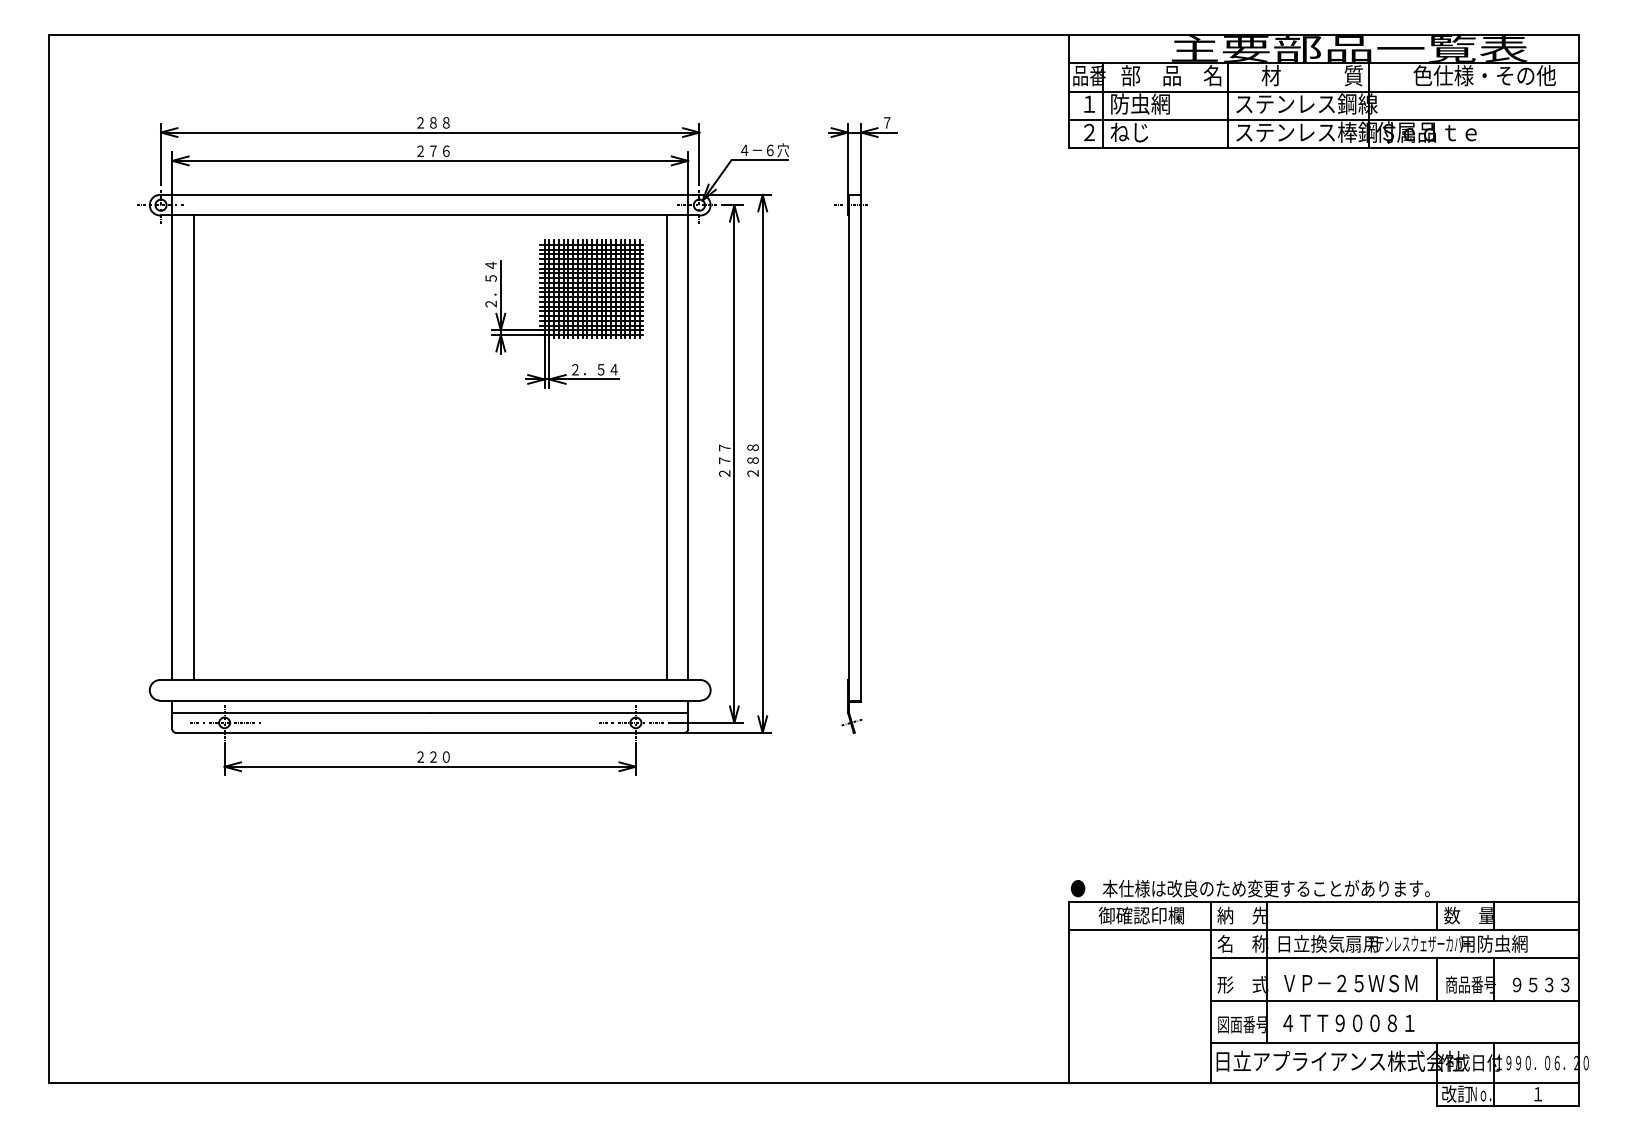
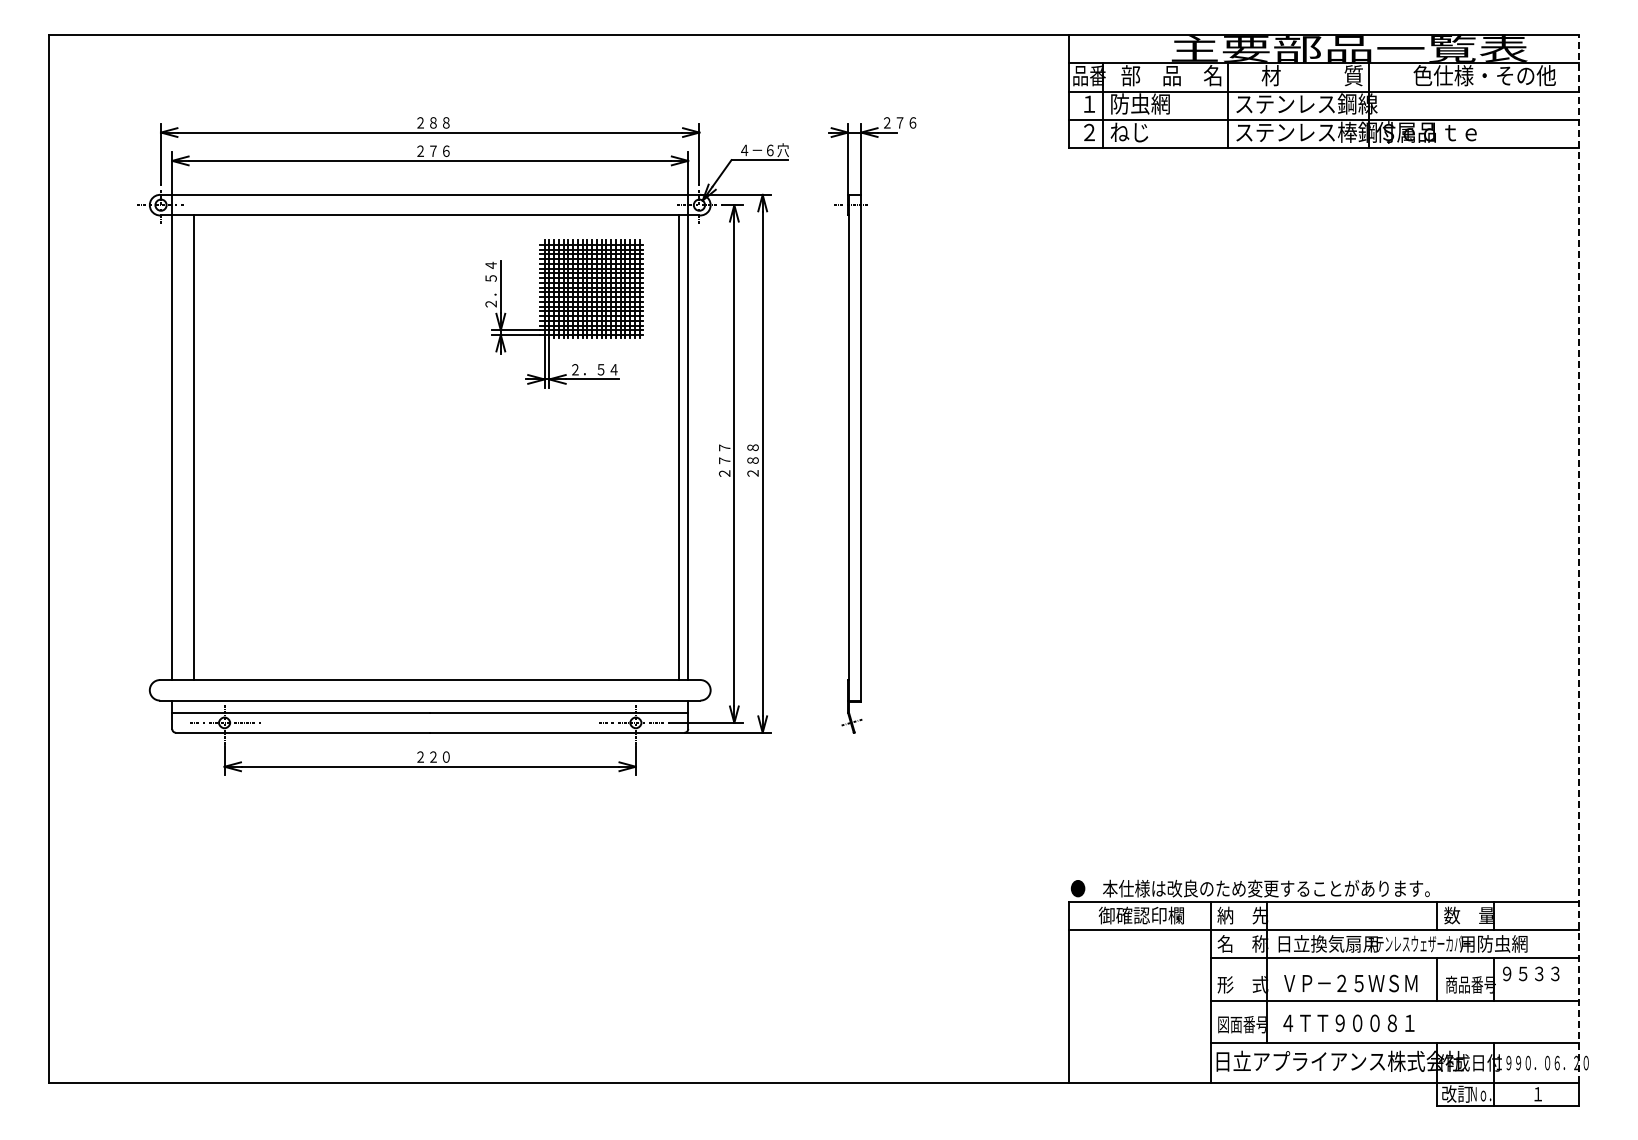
text at (900, 122): ７ -> ２７６
line at (666, 447) position: (666, 447) -> (678, 447)
line at (1578, 558): solid -> dashed
text at (1541, 984) position: (1541, 984) -> (1531, 973)
